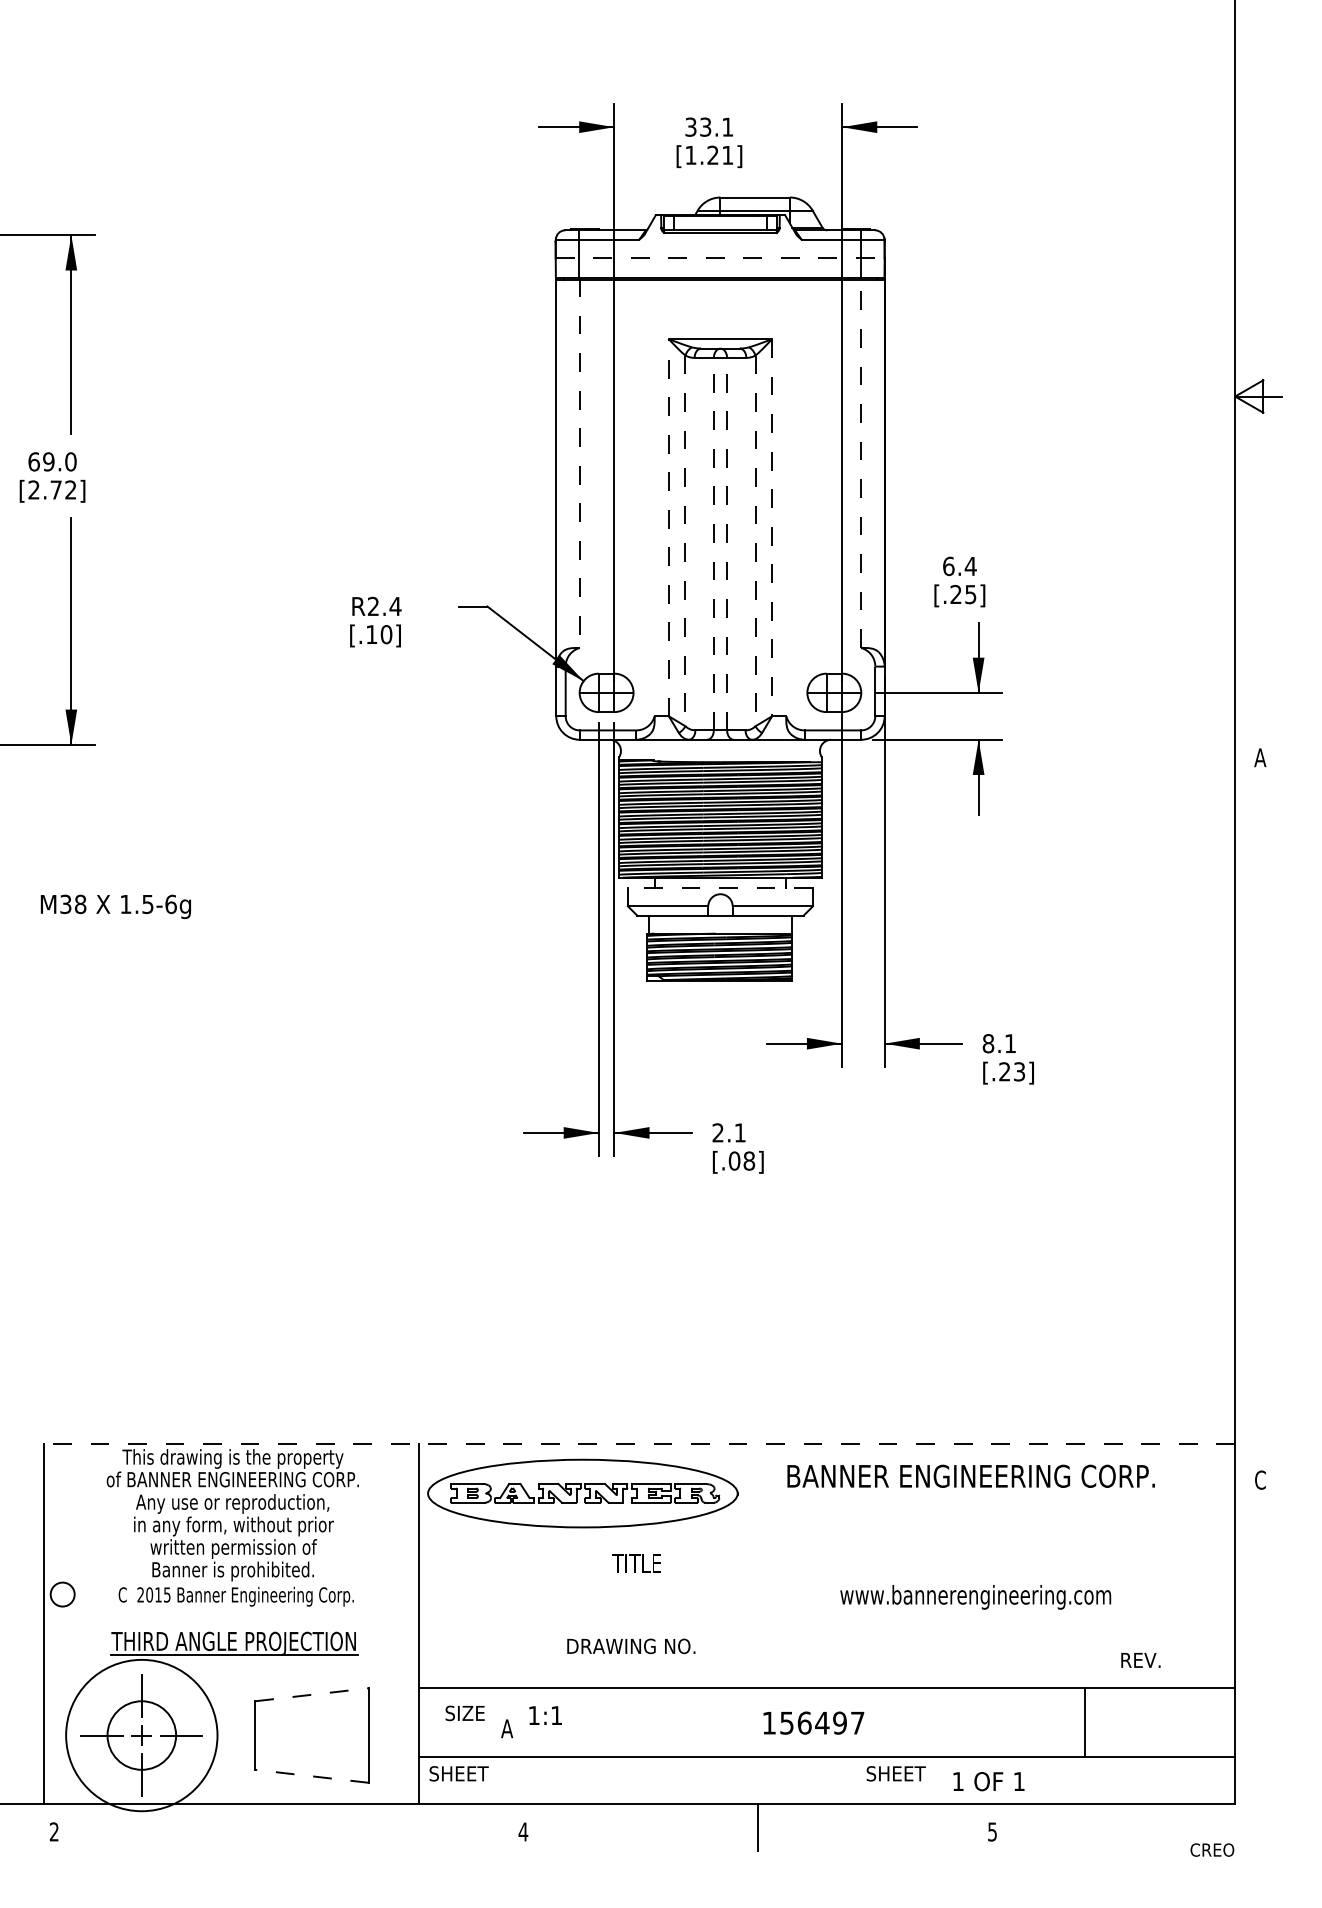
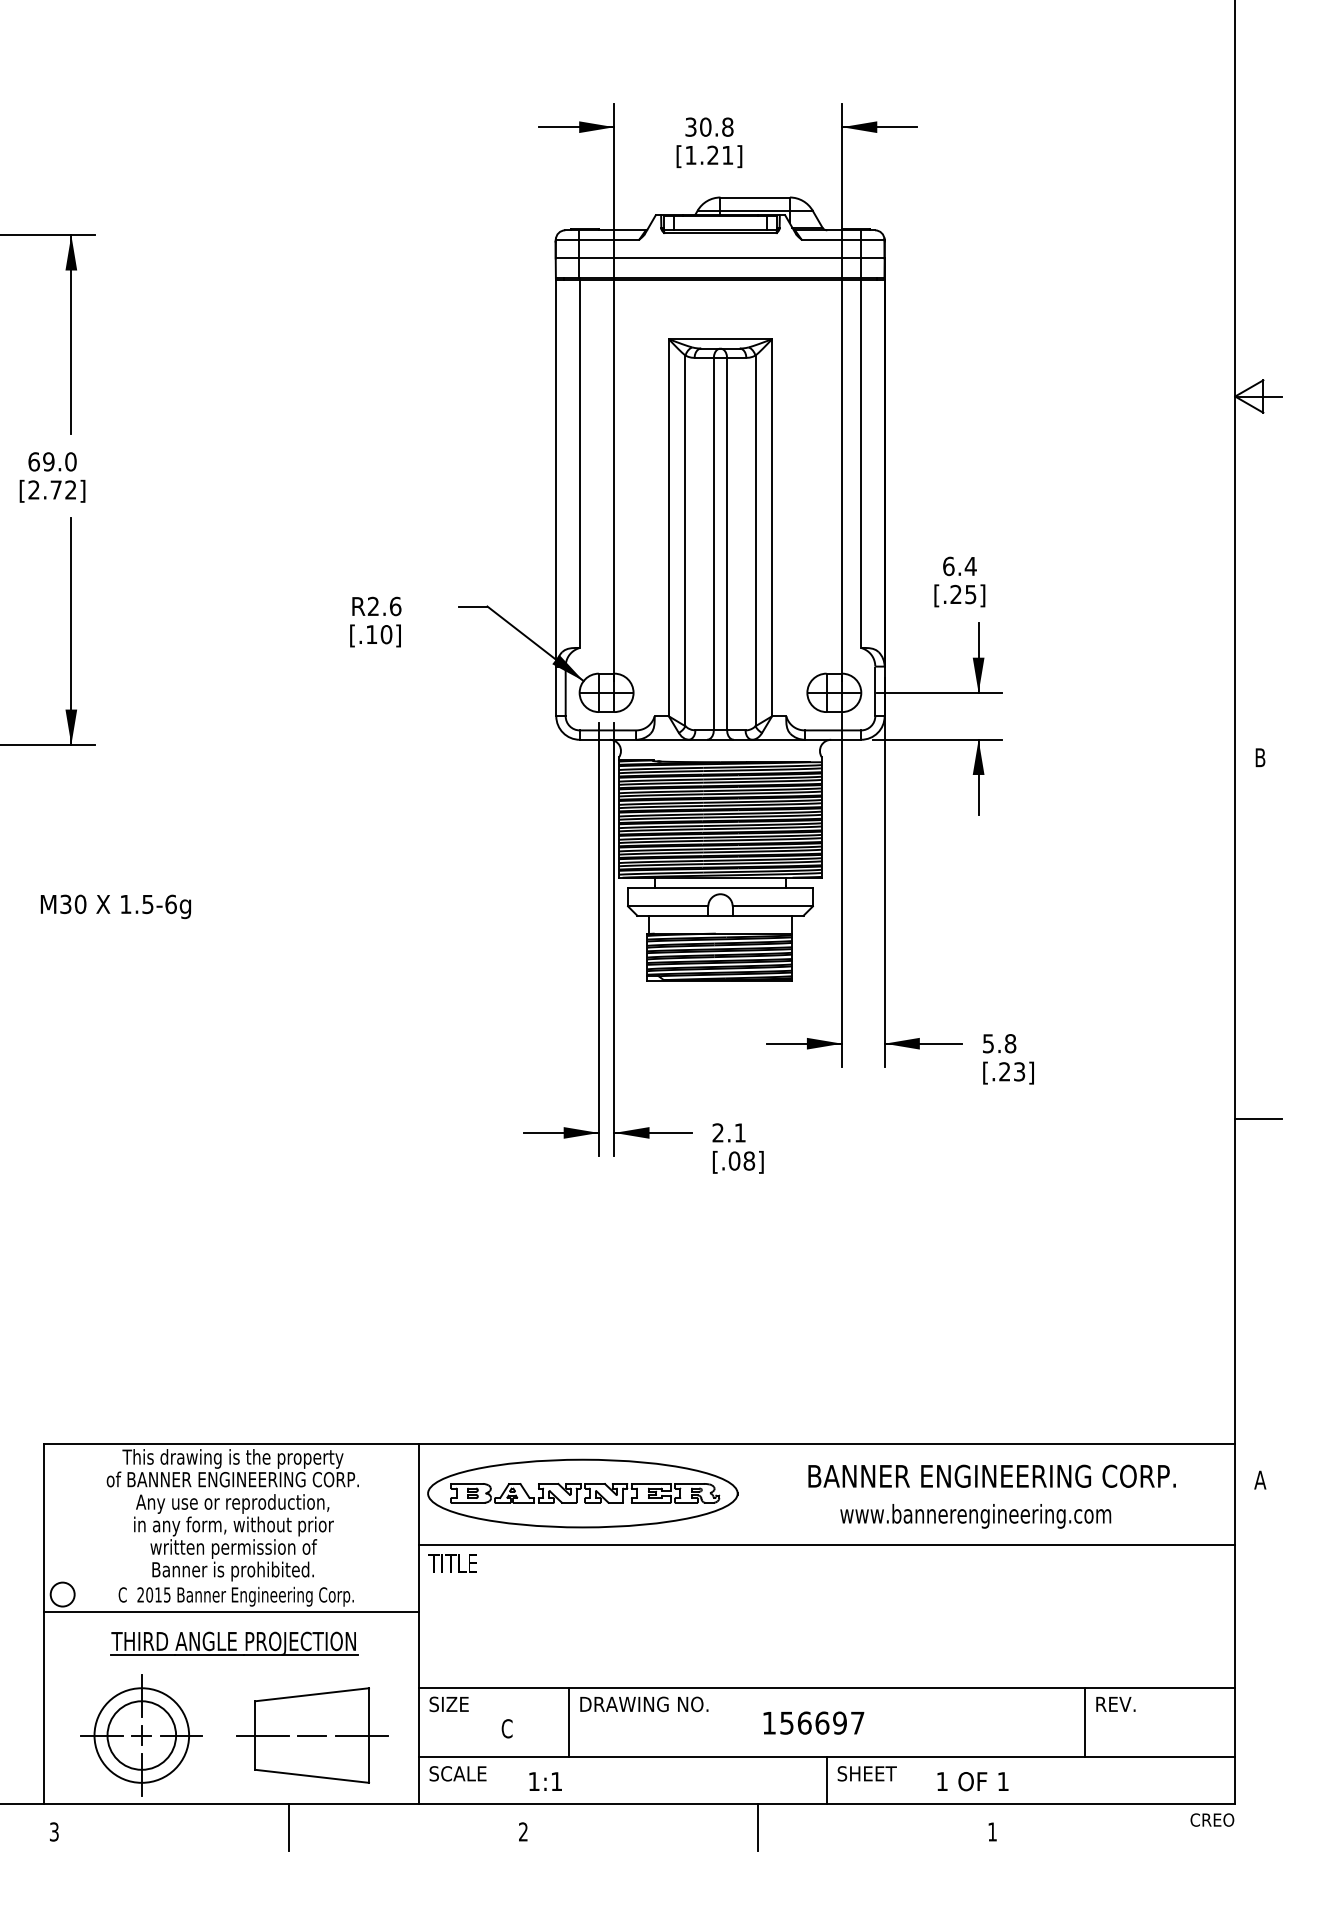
text at (716, 126): 33.1 -> 30.8
line at (720, 258): dashed -> solid
line at (579, 463): dashed -> solid
line at (861, 463): dashed -> solid
line at (668, 527): dashed -> solid
line at (772, 527): dashed -> solid
line at (685, 541): dashed -> solid
line at (755, 541): dashed -> solid
line at (713, 543): dashed -> solid
line at (727, 543): dashed -> solid
text at (395, 606): R2.4 -> R2.6
text at (1260, 757): A -> B
line at (719, 887): dashed -> solid
text at (80, 904): M38 -> M30
text at (999, 1043): 8.1 -> 5.8
line at (1258, 1118): none -> present
line at (639, 1443): dashed -> solid
text at (970, 1475) position: (970, 1475) -> (991, 1475)
text at (1260, 1479): C -> A
line at (826, 1544): none -> present
text at (636, 1563) position: (636, 1563) -> (452, 1563)
text at (975, 1597) position: (975, 1597) -> (975, 1516)
line at (230, 1612): none -> present
text at (631, 1646) position: (631, 1646) -> (644, 1704)
text at (1140, 1660) position: (1140, 1660) -> (1115, 1704)
line at (312, 1694): dashed -> solid
text at (464, 1713) position: (464, 1713) -> (448, 1704)
text at (545, 1715) position: (545, 1715) -> (545, 1781)
line at (569, 1721): none -> present
text at (822, 1722): 156497 -> 156697
text at (507, 1728): A -> C
circle at (141, 1735) diameter: 151 px -> 95 px
line at (262, 1735): none -> present
line at (312, 1735): none -> present
line at (361, 1735): none -> present
text at (464, 1773): SHEET -> SCALE
text at (895, 1773) position: (895, 1773) -> (866, 1773)
line at (311, 1776): dashed -> solid
line at (827, 1779): none -> present
text at (988, 1781) position: (988, 1781) -> (972, 1781)
line at (288, 1826): none -> present
text at (54, 1831): 2 -> 3
text at (523, 1831): 4 -> 2
text at (992, 1831): 5 -> 1
text at (1212, 1849) position: (1212, 1849) -> (1212, 1819)
